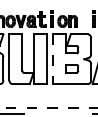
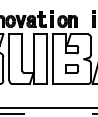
line at (53, 59): dashed -> solid
line at (49, 108): dashed -> solid
